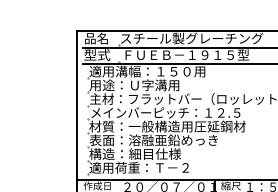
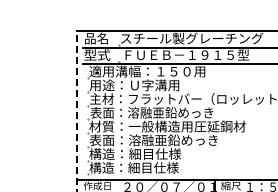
line at (77, 110): solid -> dashed
text at (165, 112): メインバーピッチ：１２.５ -> 表面：溶融亜鉛めっき
text at (139, 167): 適用荷重：Ｔ－２ -> 構造：細目仕様
